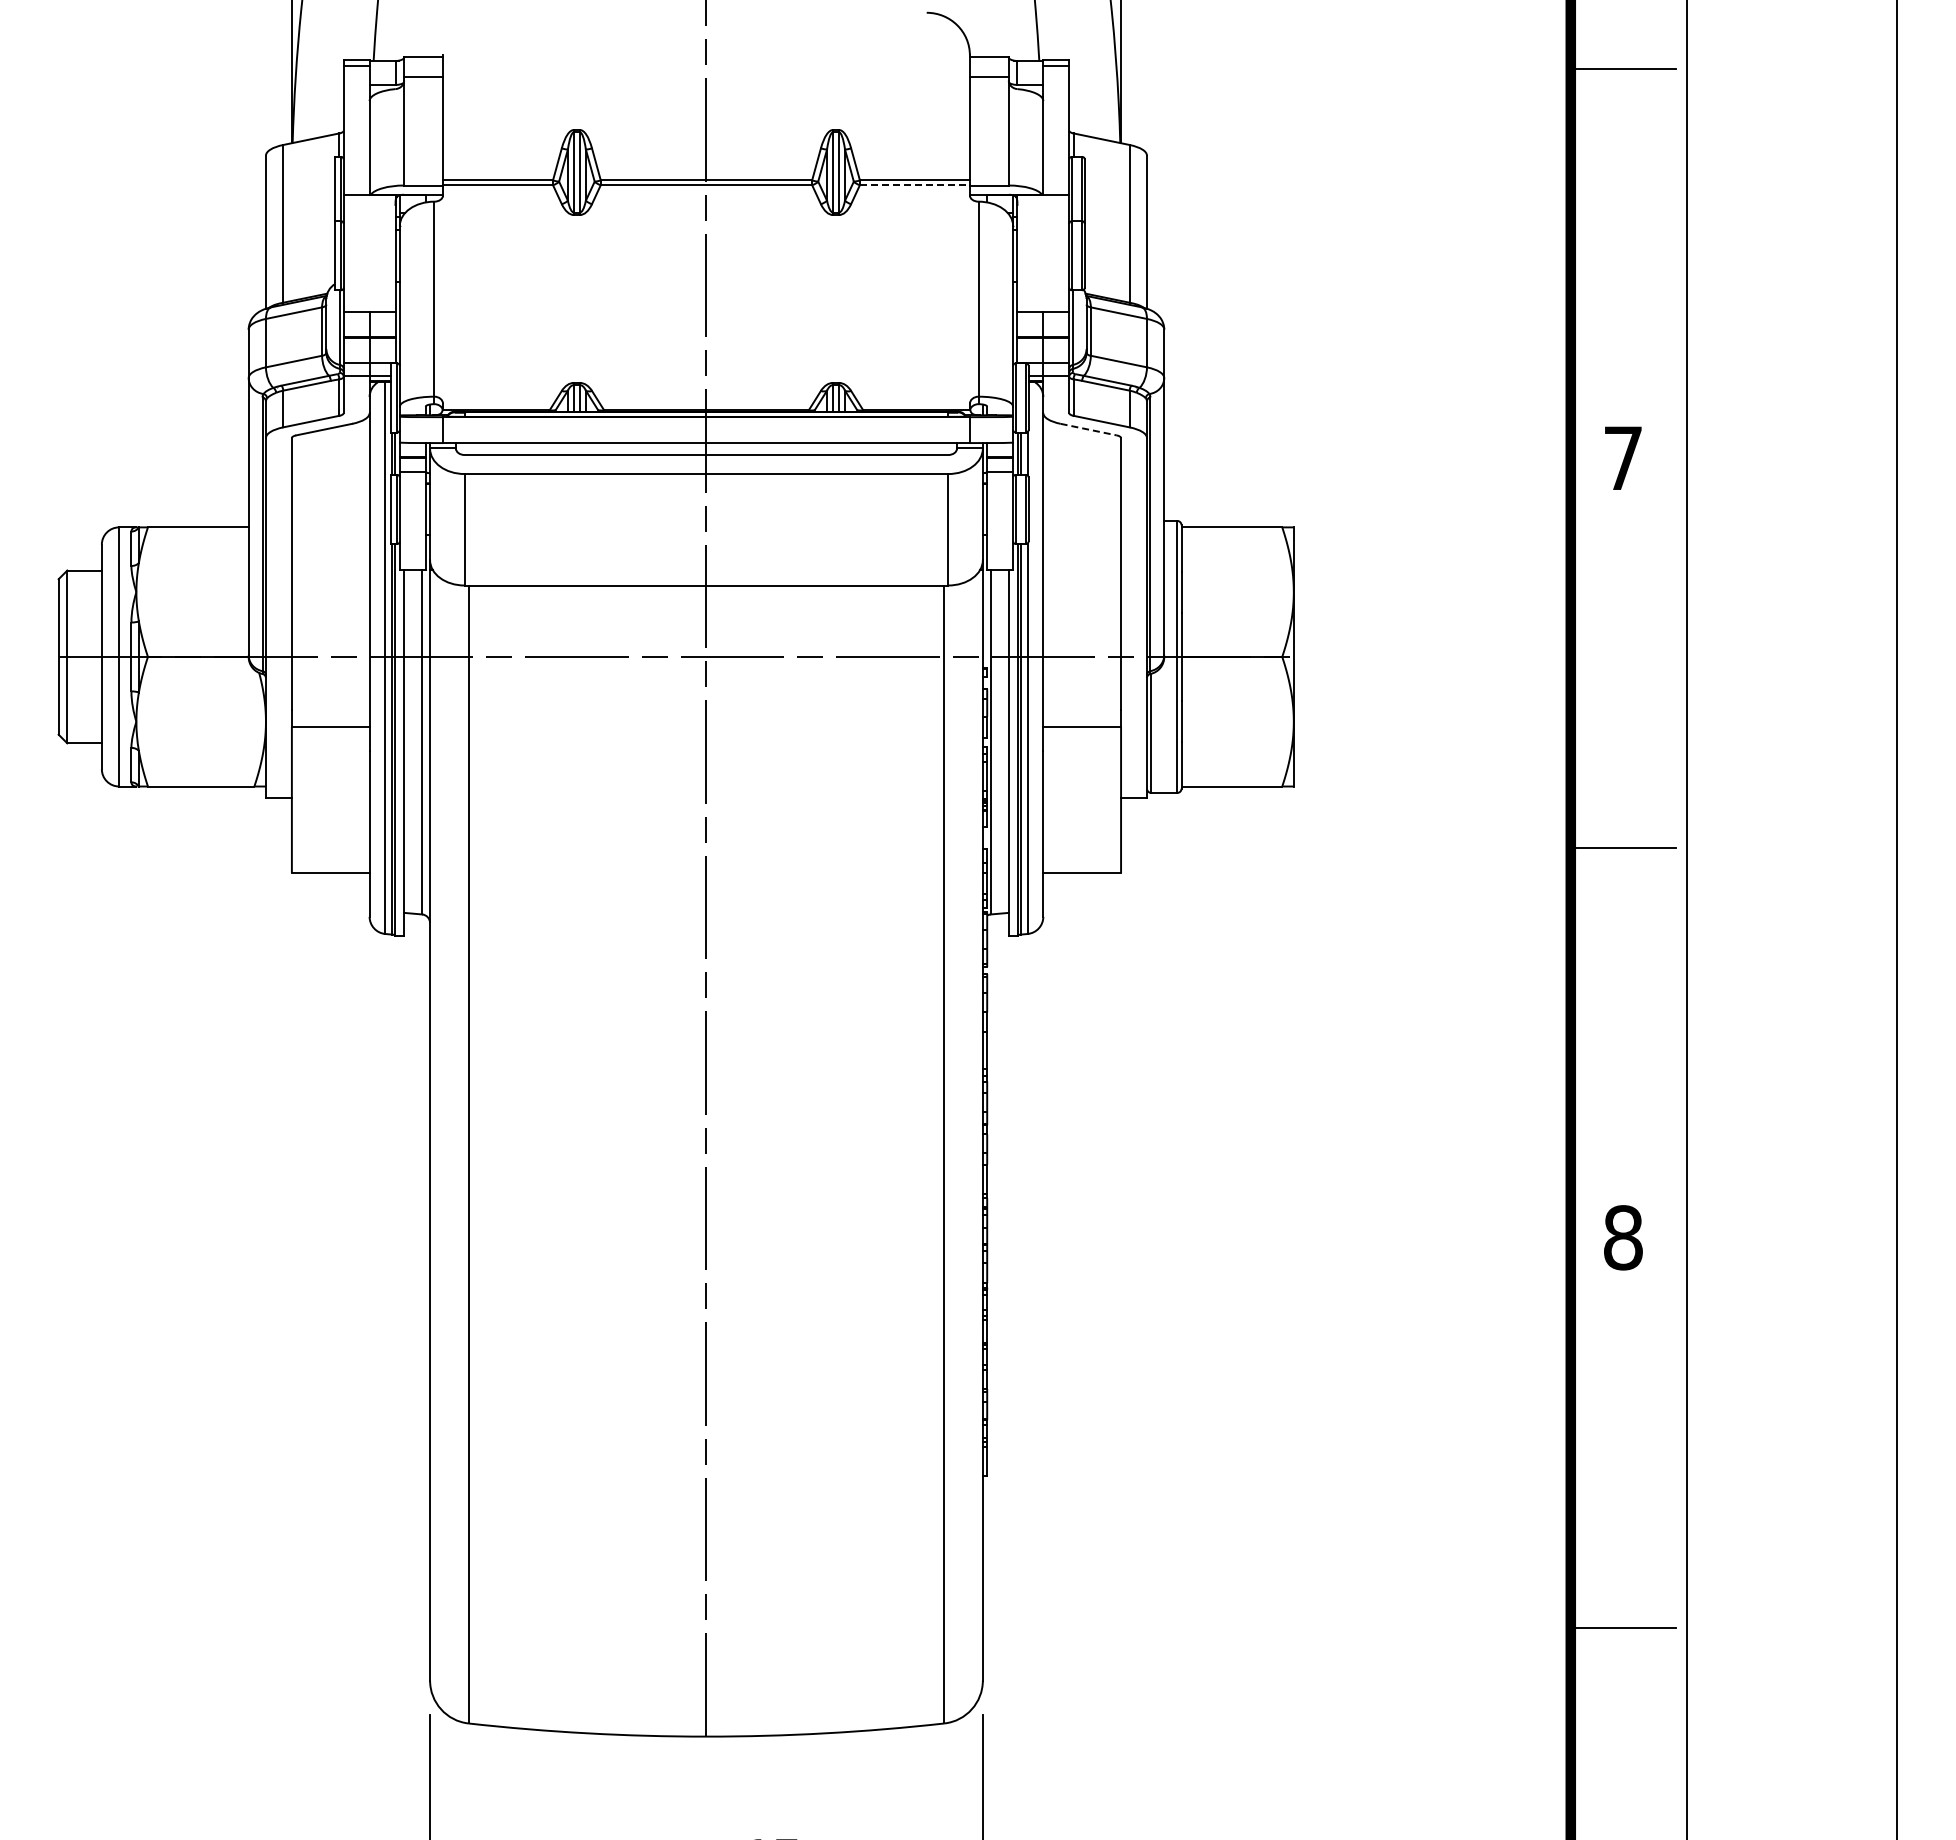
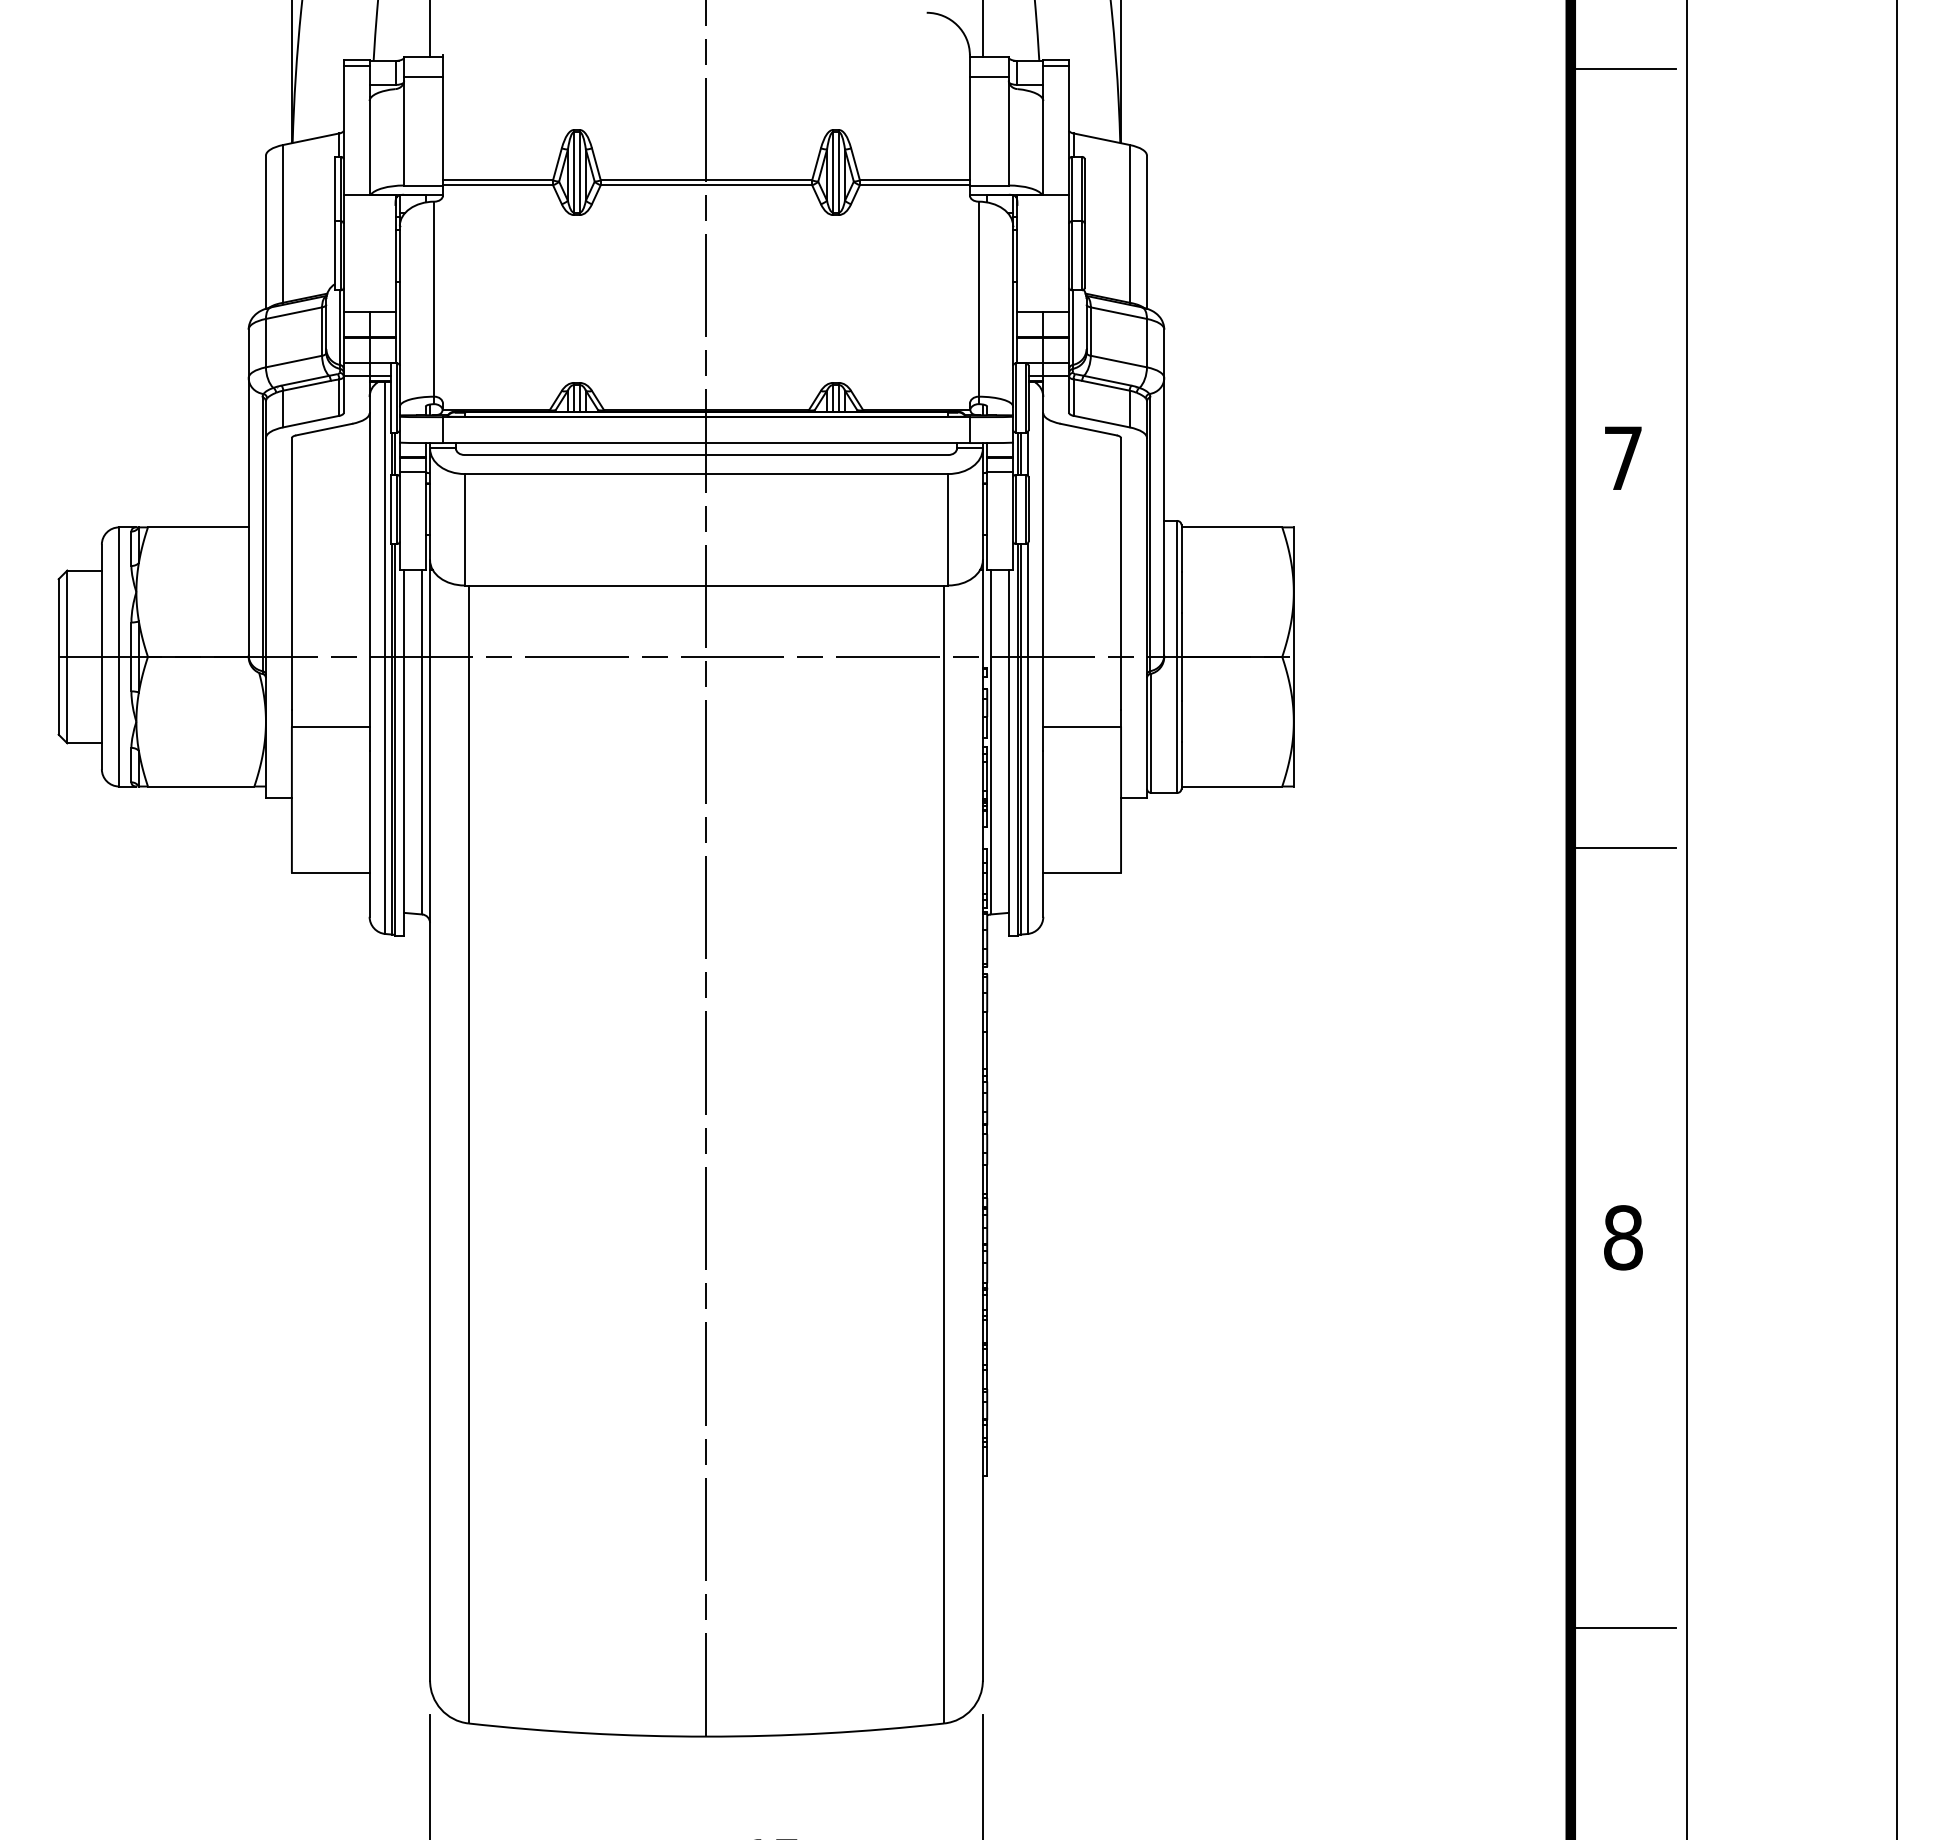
line at (430, 29): none -> present
line at (982, 29): none -> present
line at (914, 185): dashed -> solid
line at (1088, 429): dashed -> solid
